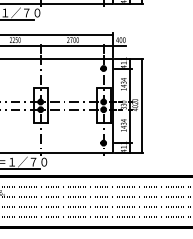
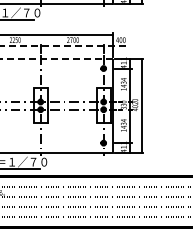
line at (63, 46): solid -> dashed
line at (56, 58): solid -> dashed
